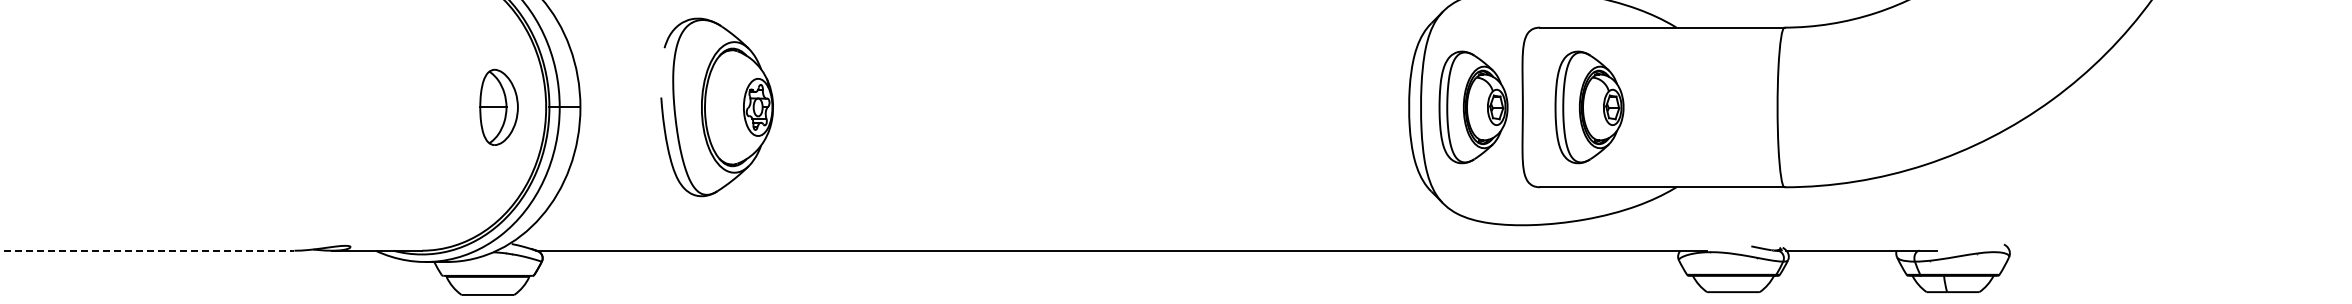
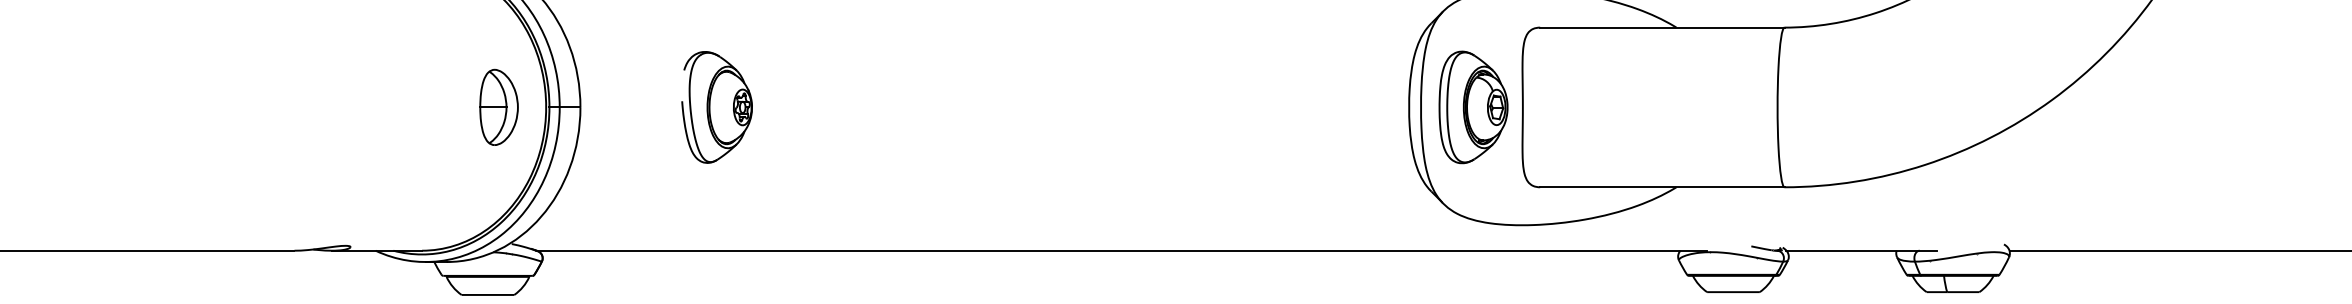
part at (716, 107) size: 114x181 px -> 72x113 px
part at (1589, 107): present -> none
line at (147, 250): dashed -> solid
line at (2178, 250): none -> present
